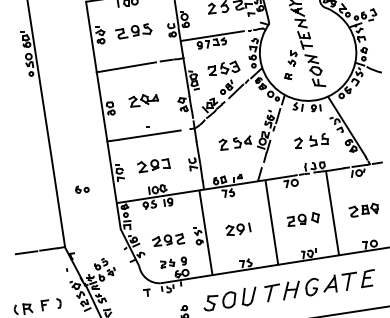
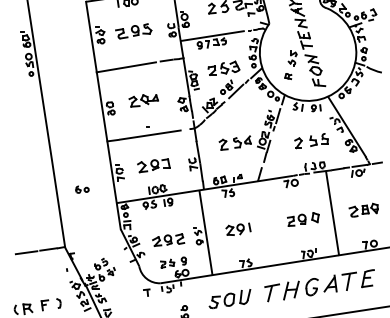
line at (271, 222): present -> none
part at (229, 298) size: 54x26 px -> 44x21 px
